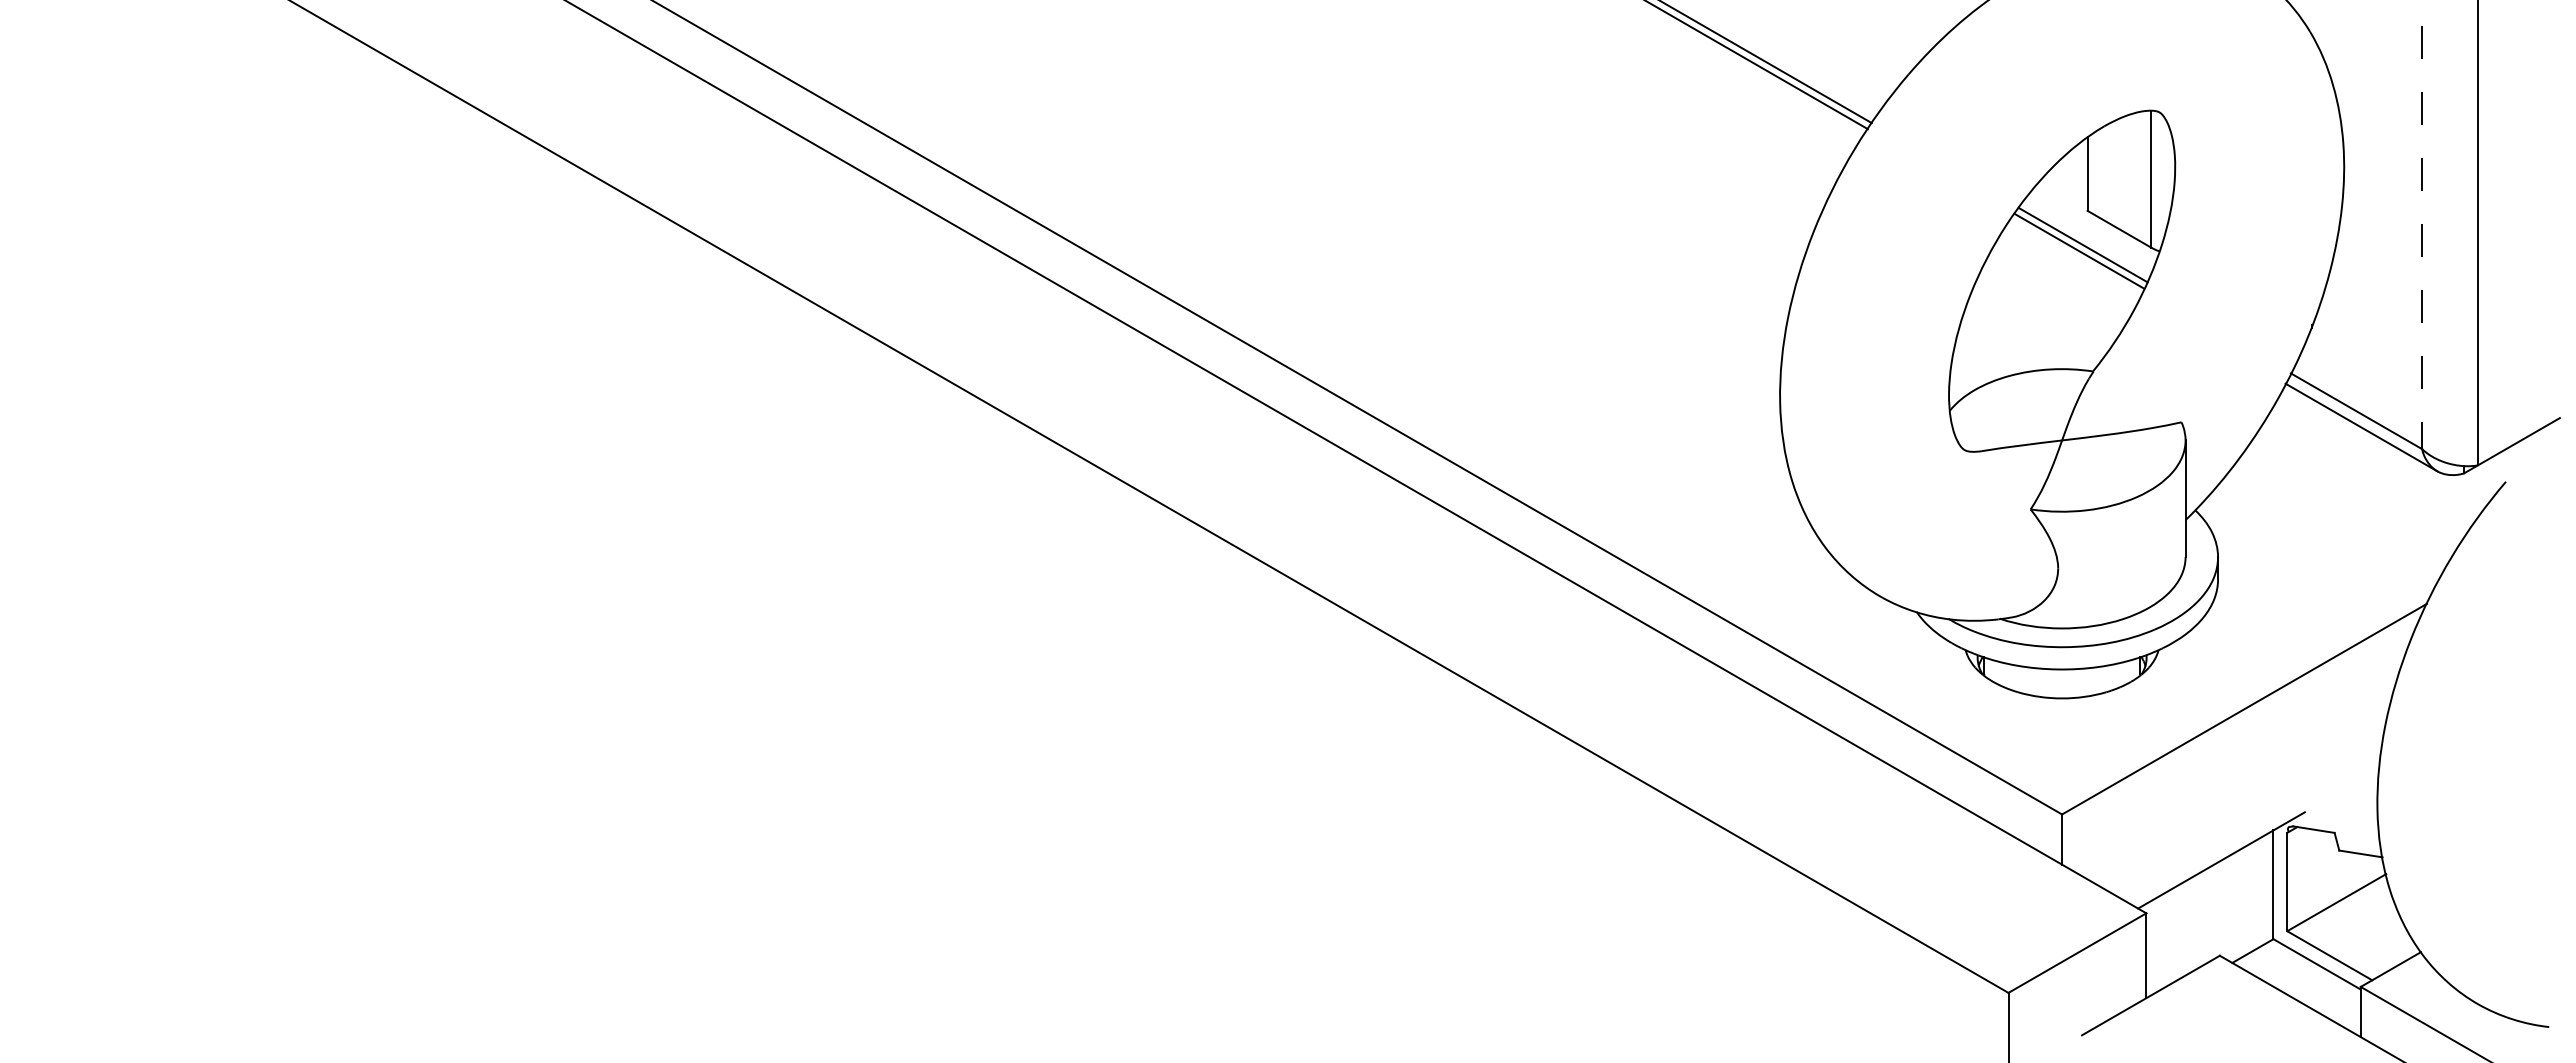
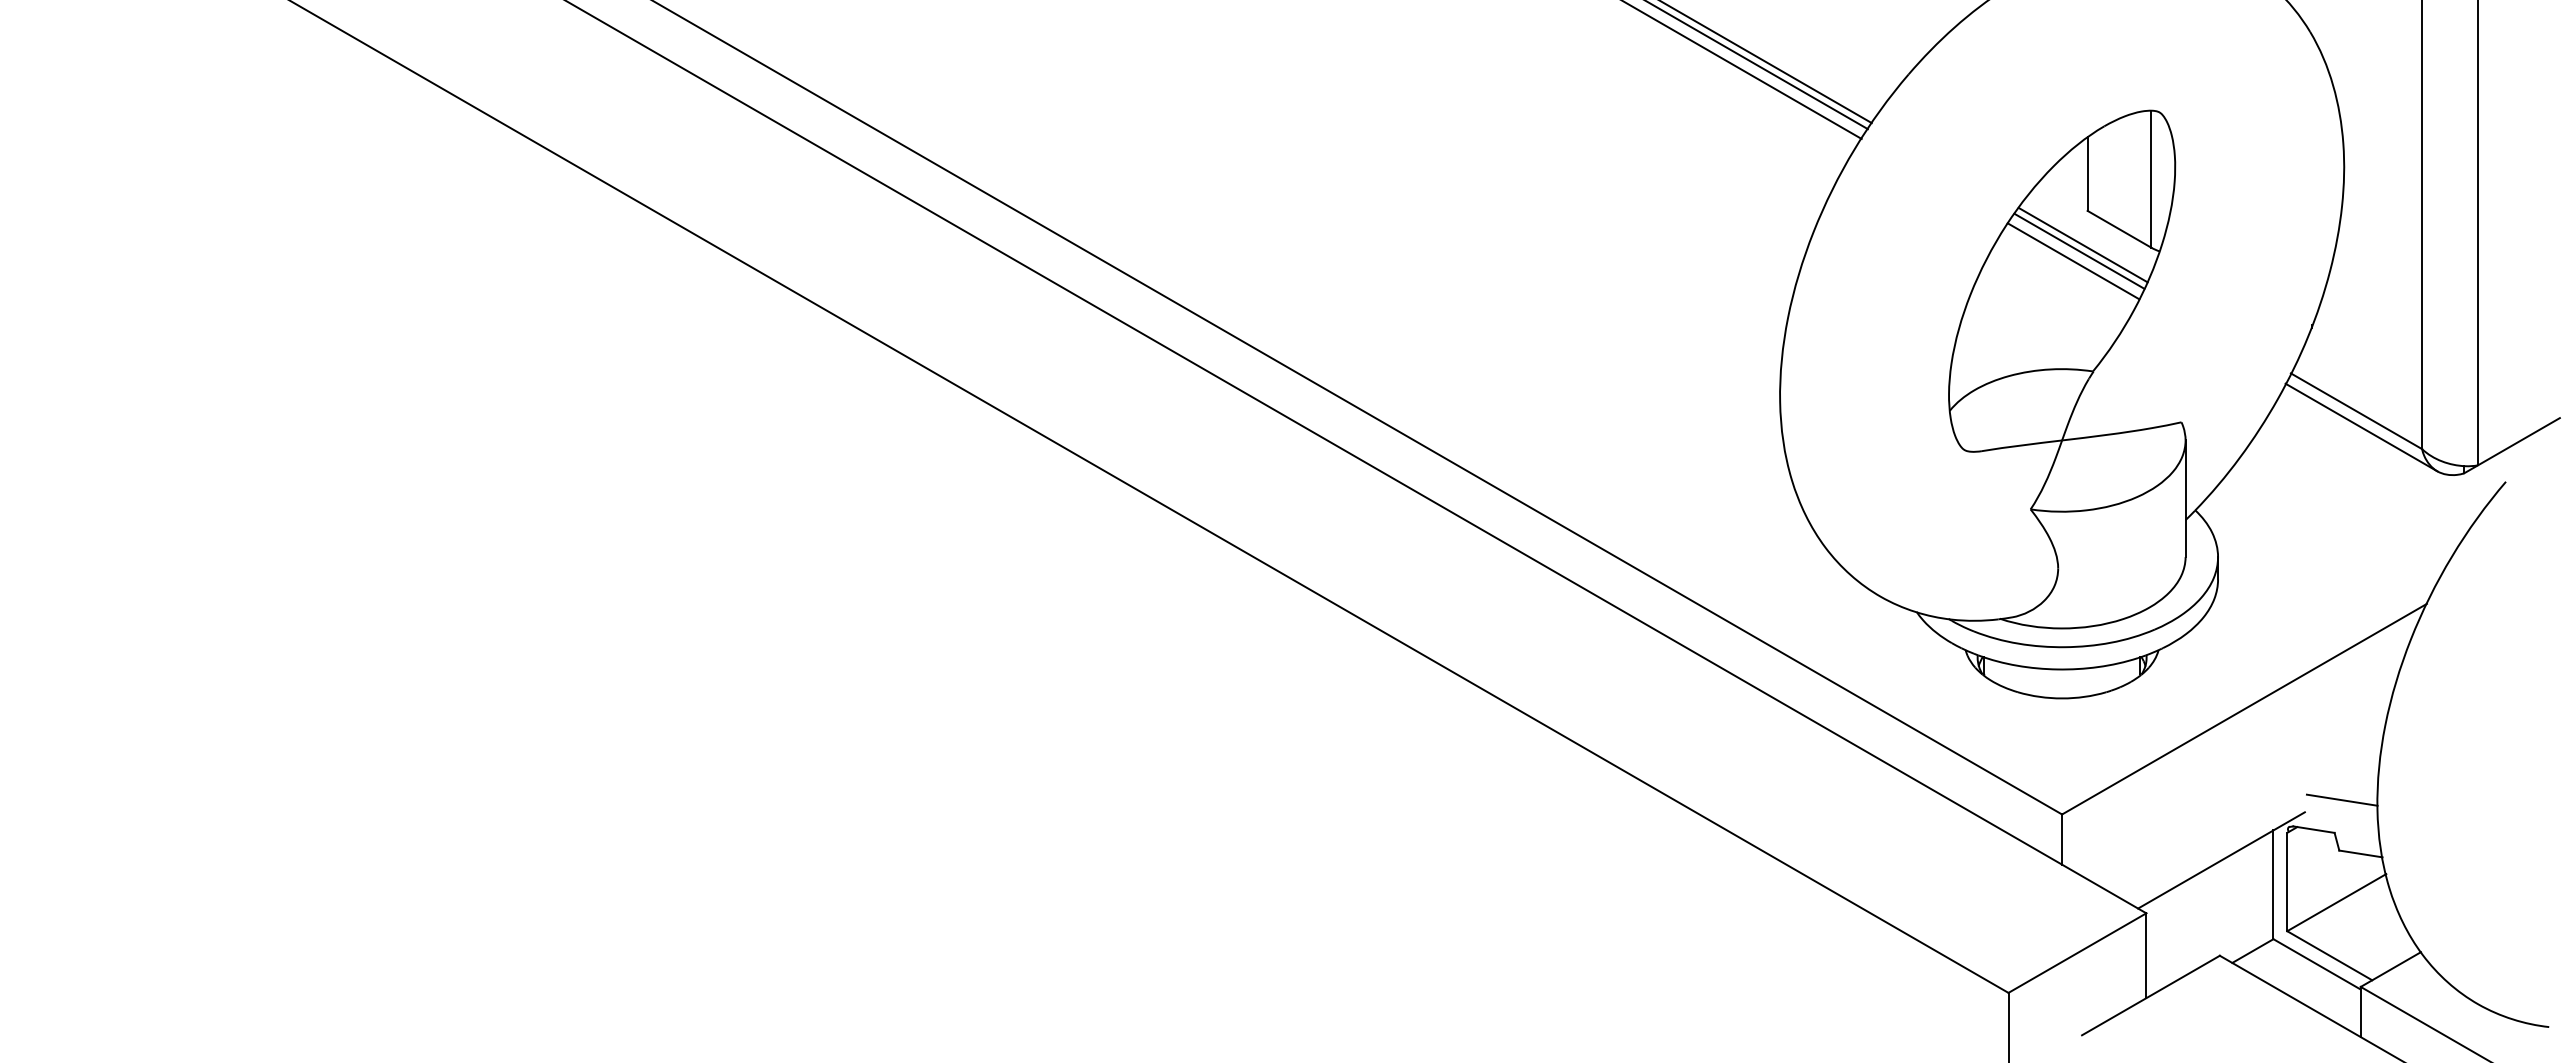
line at (1743, 70): none -> present
line at (2422, 225): dashed -> solid
line at (2073, 261): none -> present
line at (2341, 799): none -> present
